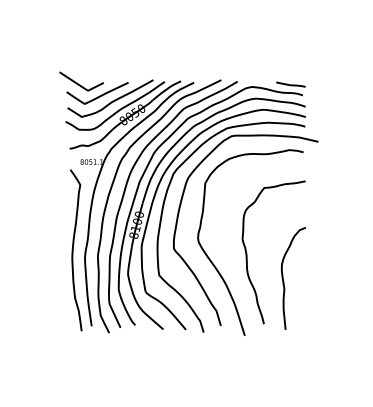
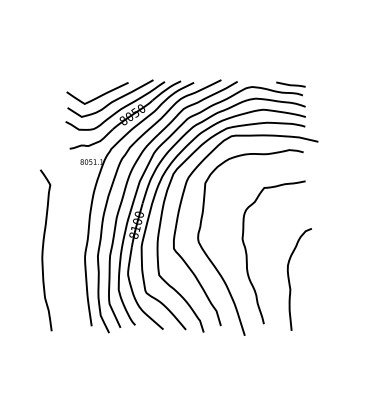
curve at (80, 84): present -> none
curve at (73, 250) position: (73, 250) -> (43, 250)
curve at (284, 281) position: (284, 281) -> (290, 282)
